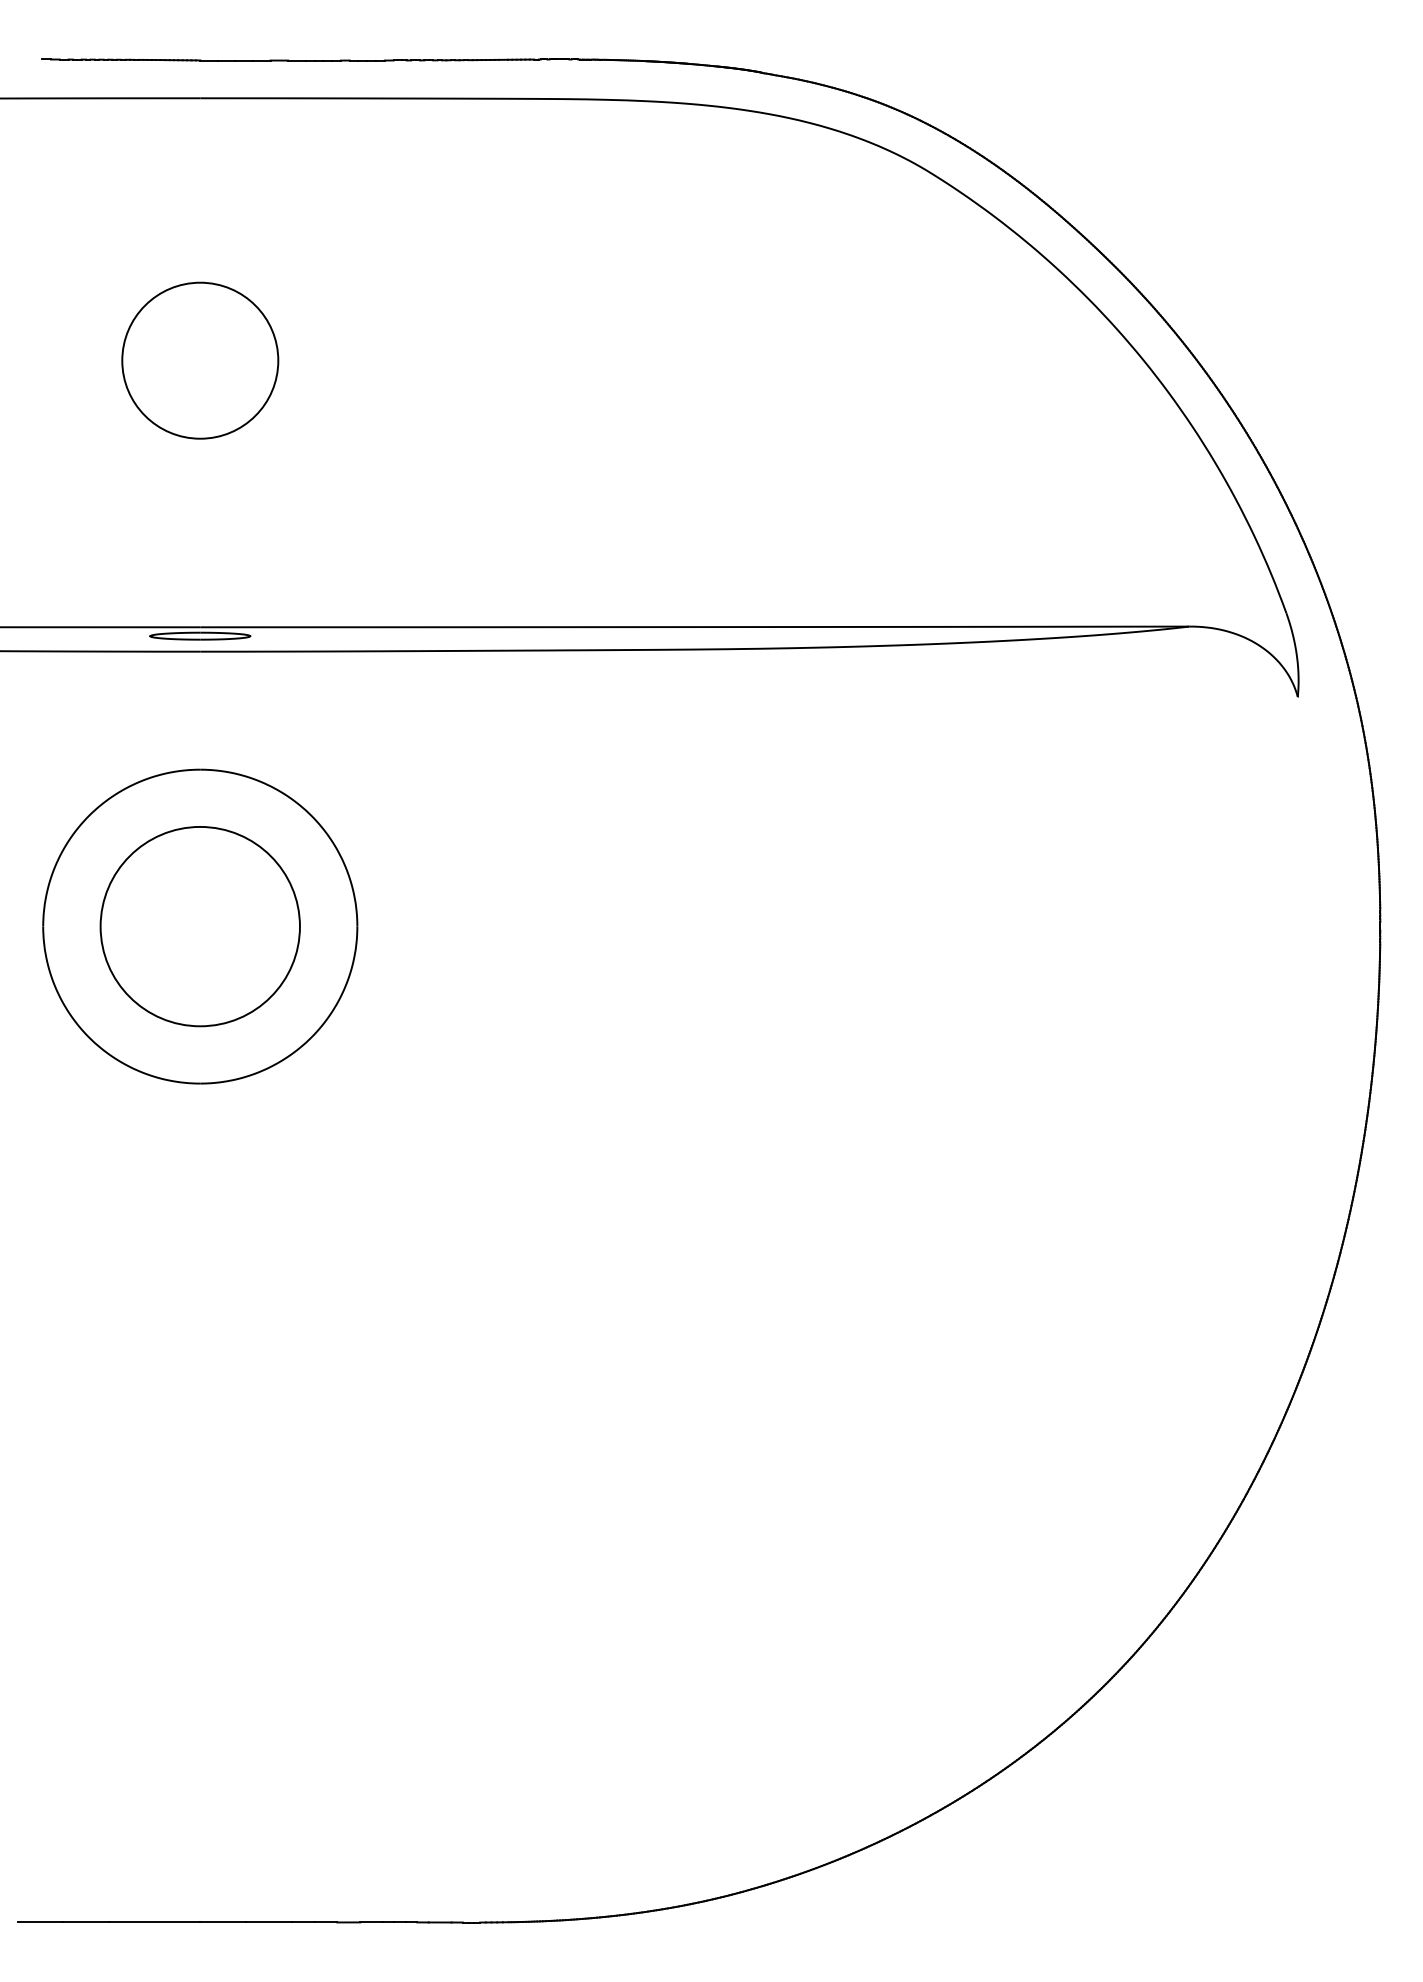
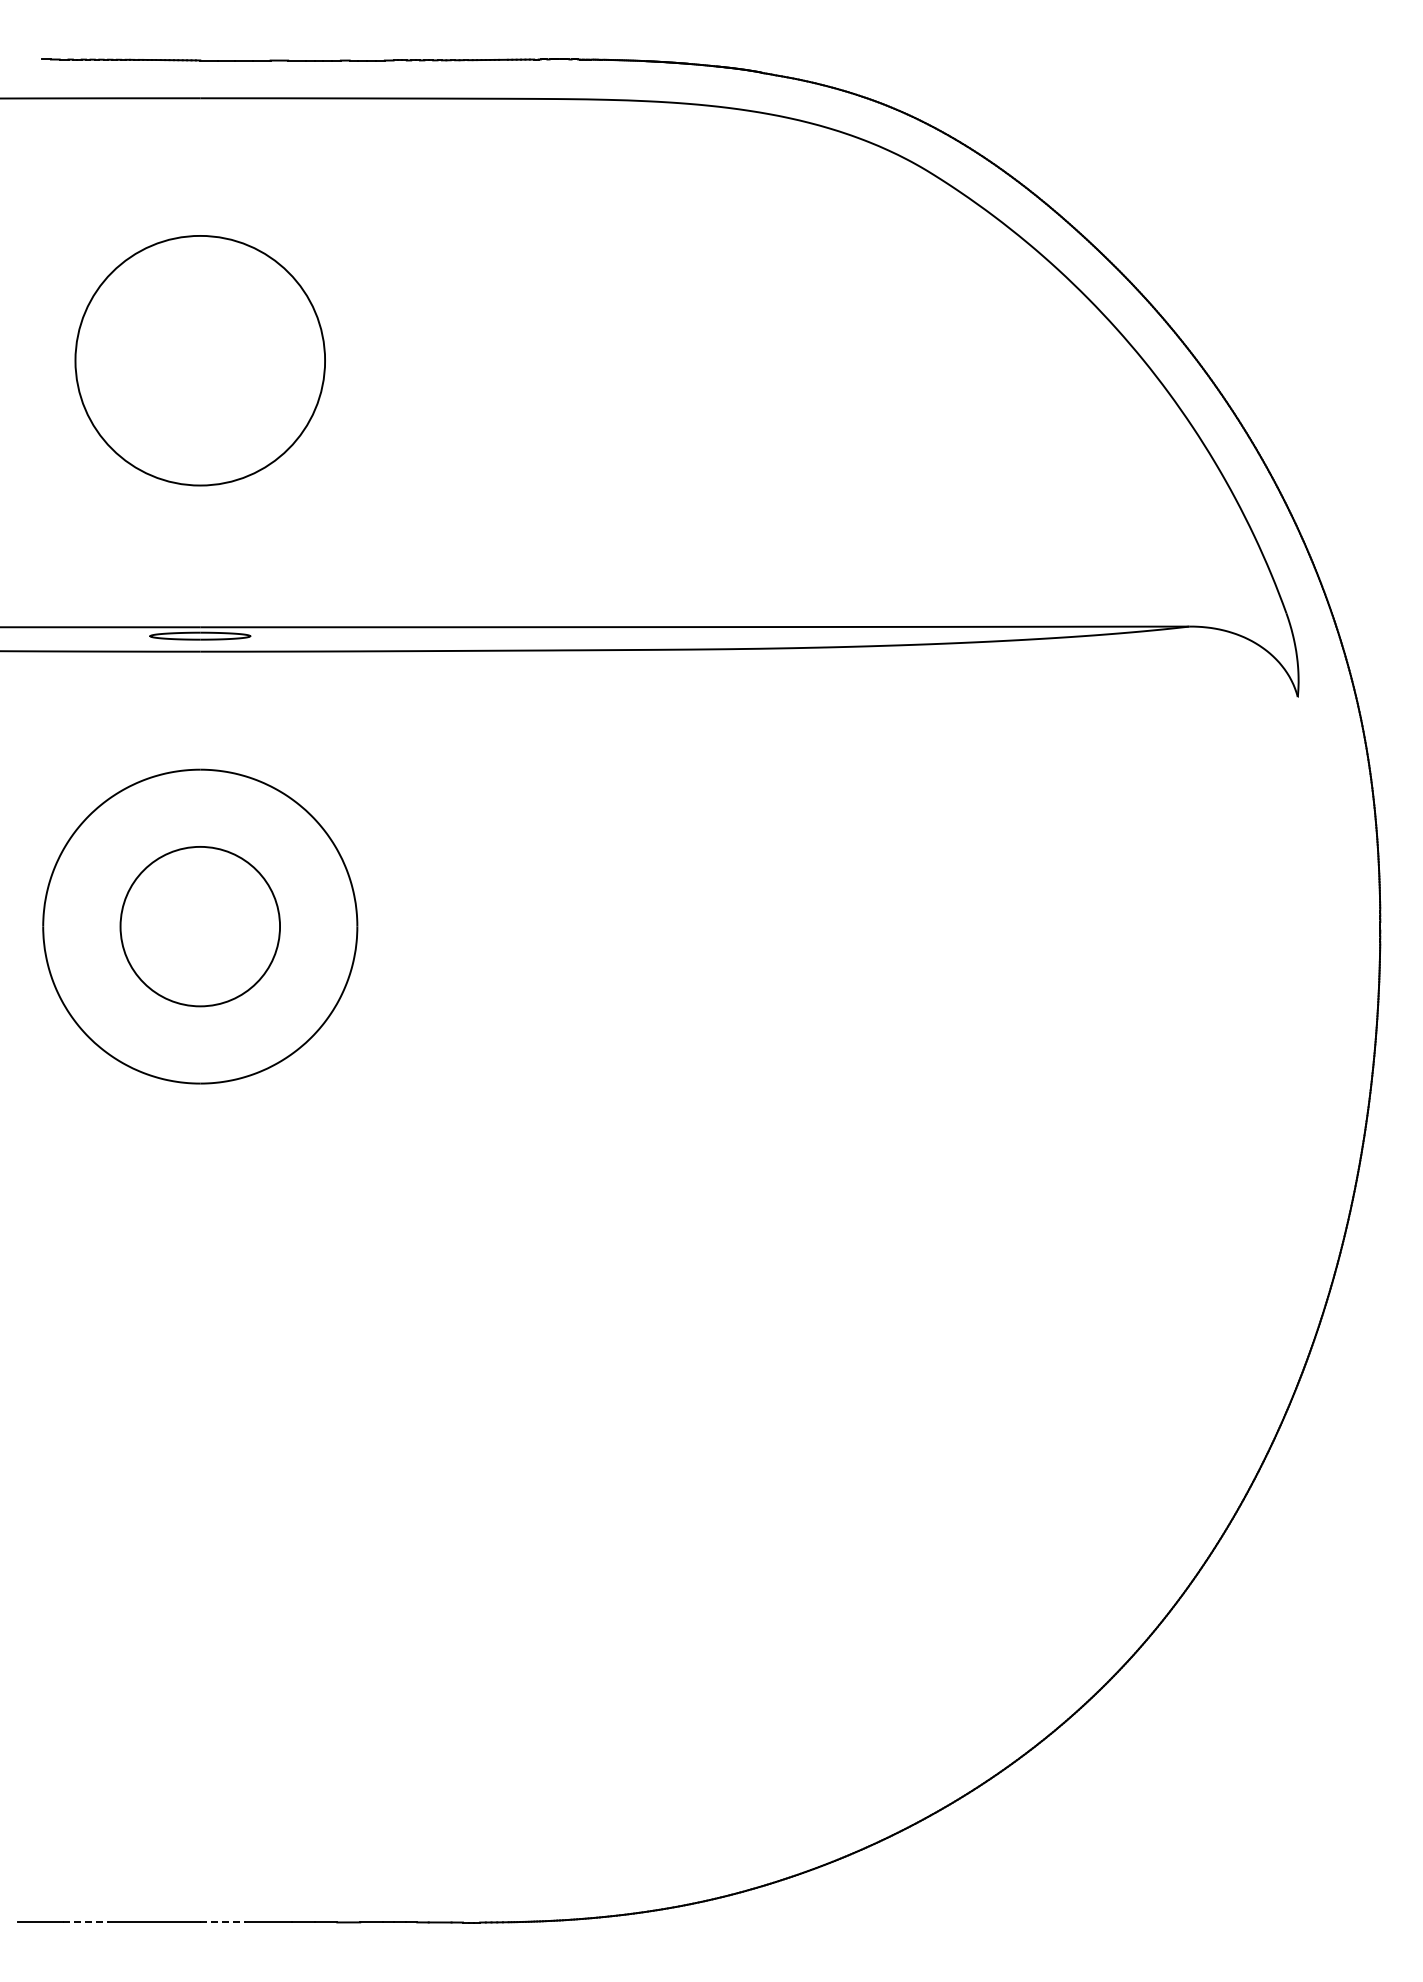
circle at (200, 360) diameter: 156 px -> 250 px
circle at (199, 926) diameter: 199 px -> 159 px
line at (86, 1922): solid -> dashed
line at (223, 1922): solid -> dashed
